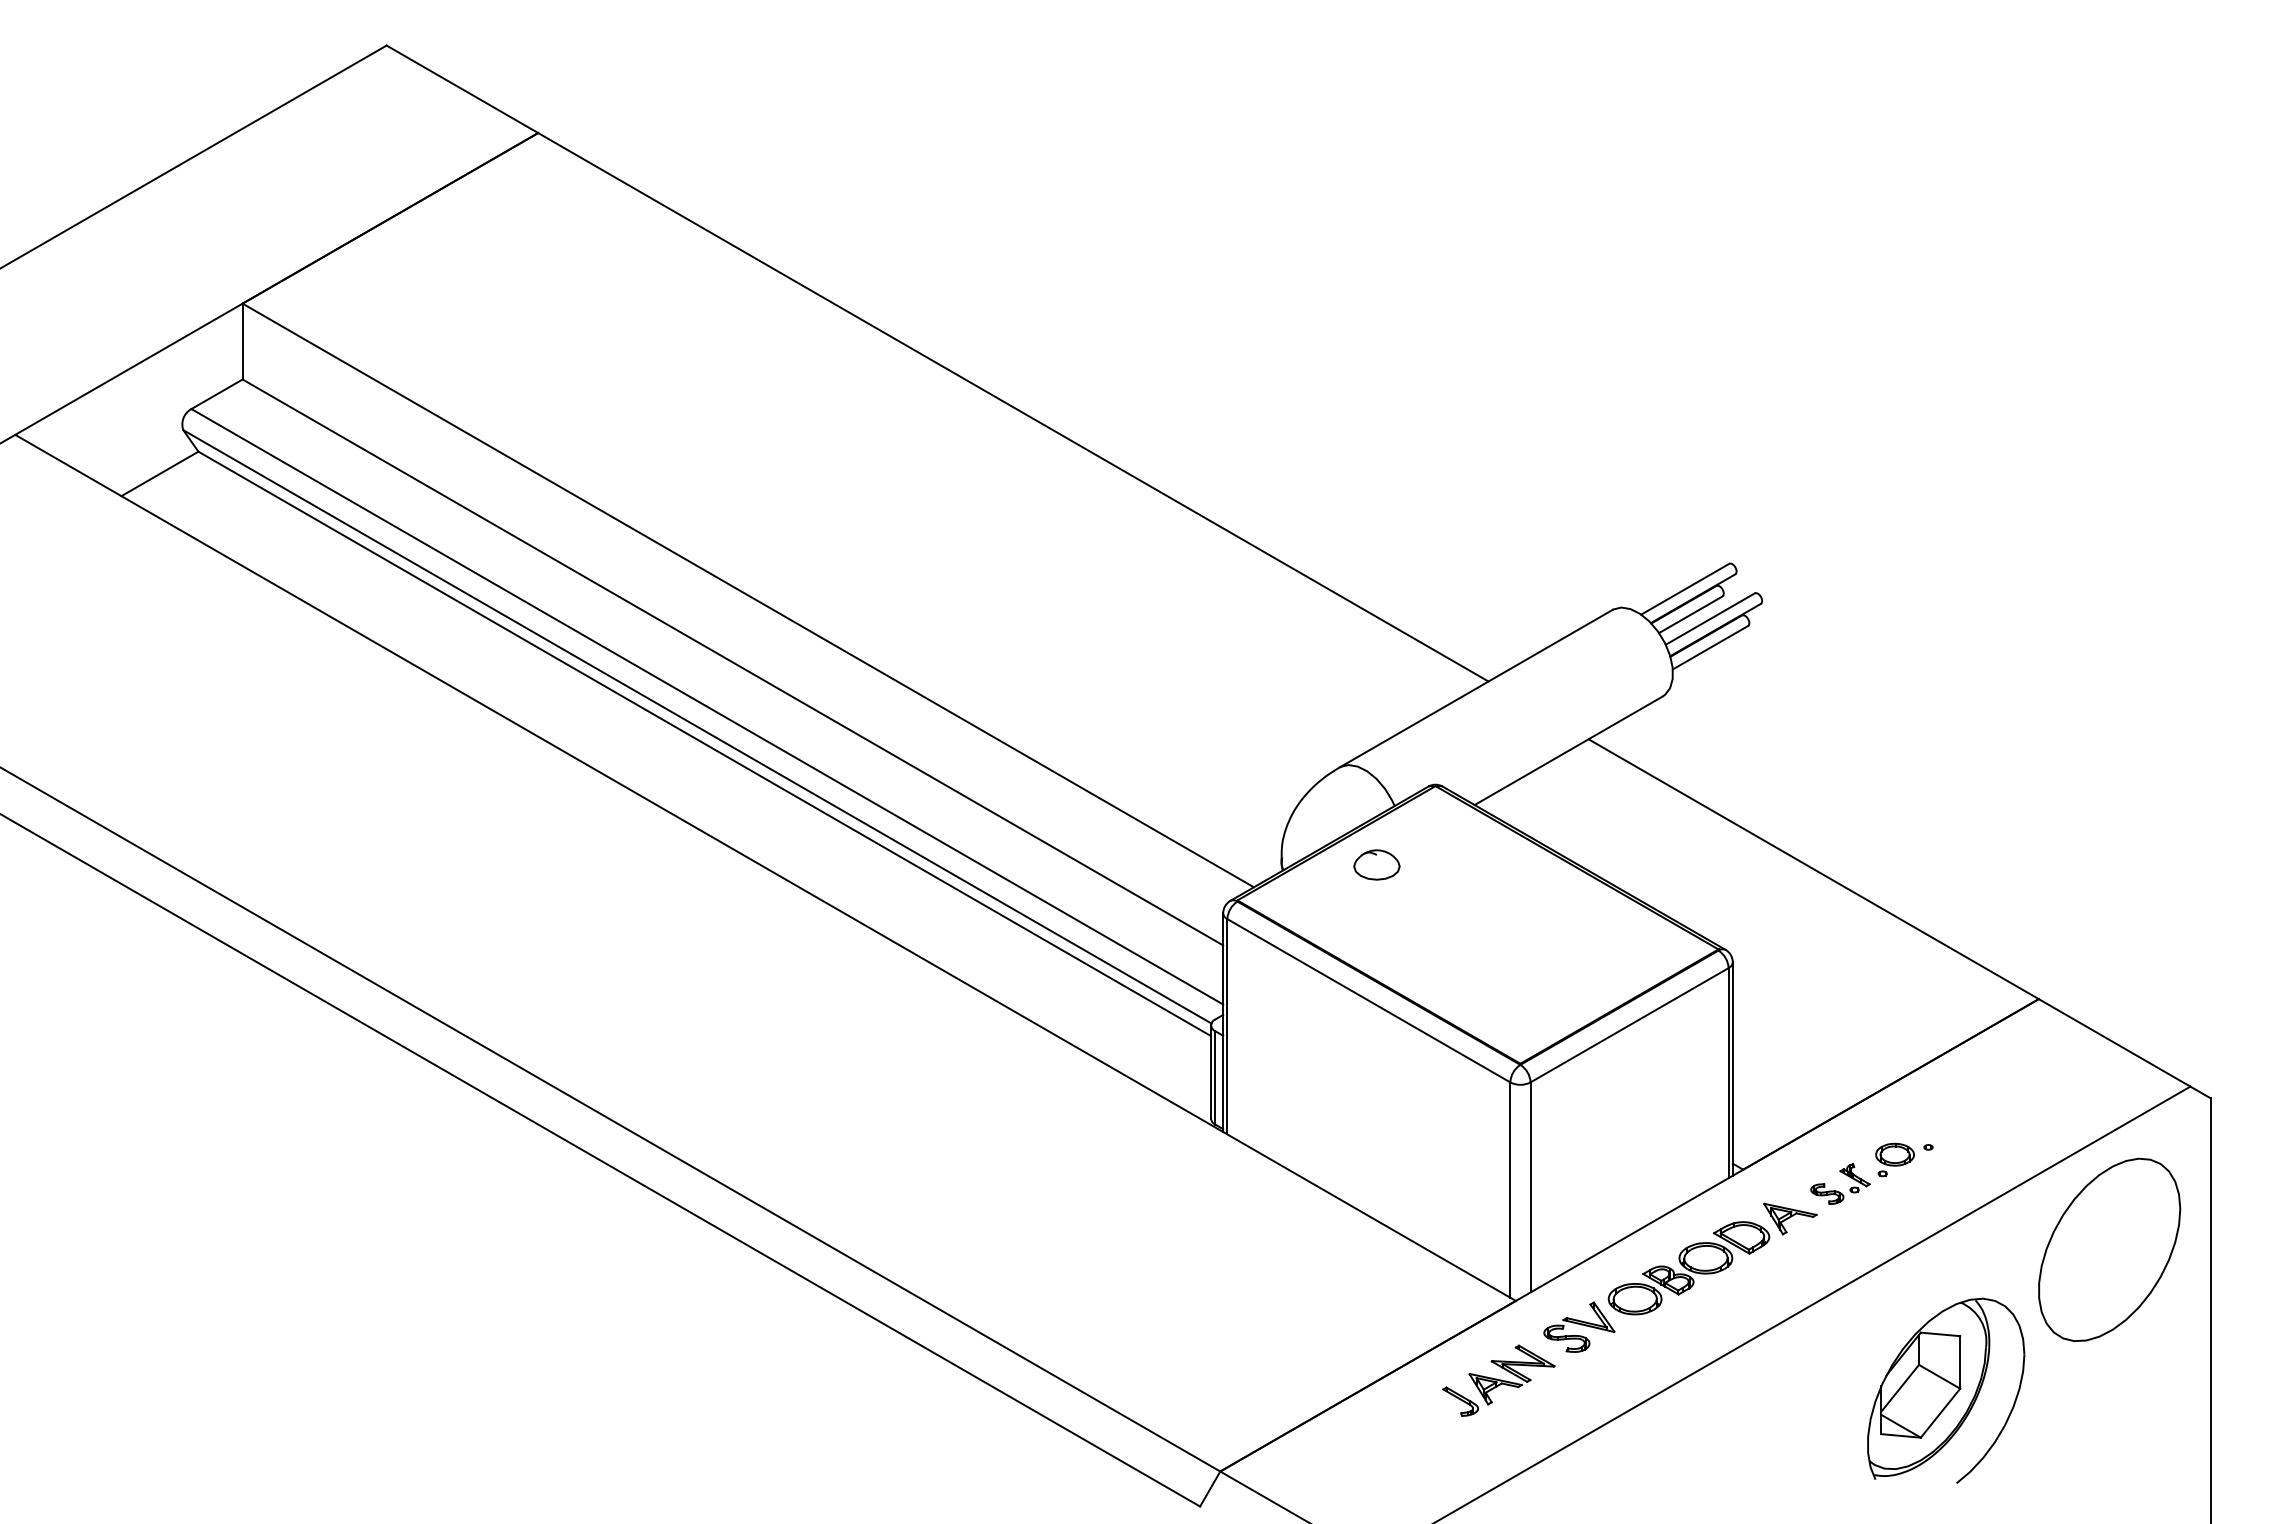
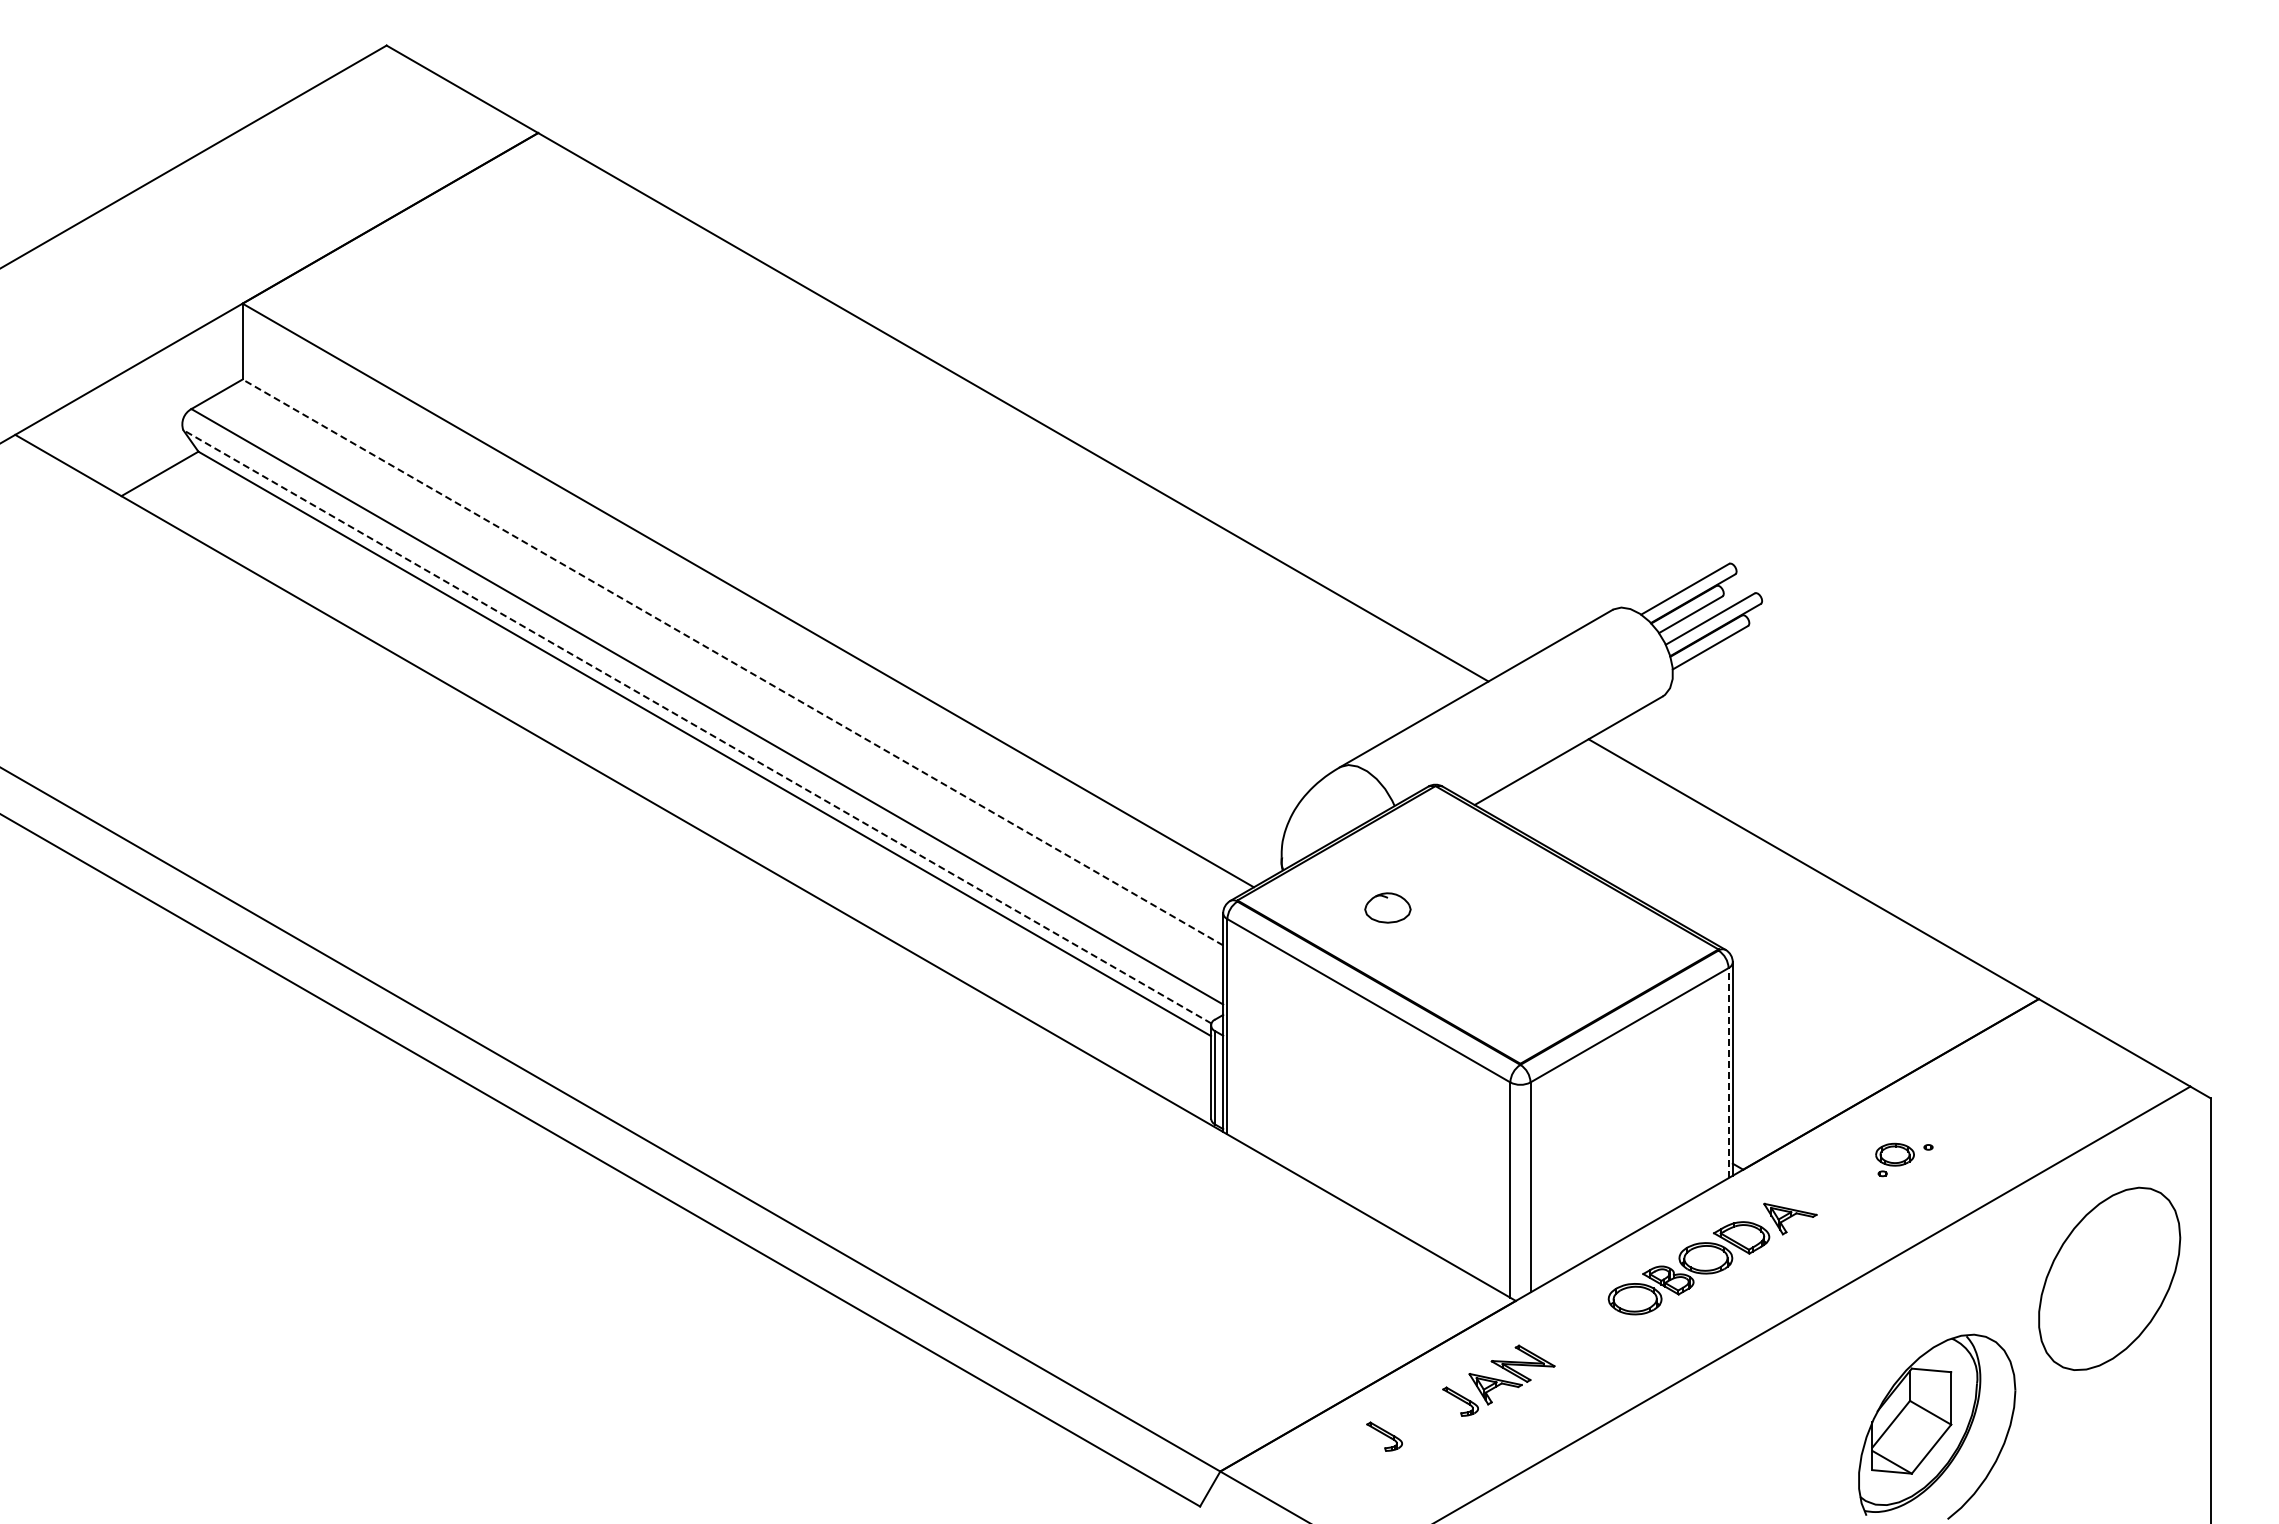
line at (732, 662): solid -> dashed
line at (697, 726): solid -> dashed
part at (1376, 864) position: (1376, 864) -> (1387, 907)
line at (1728, 1072): solid -> dashed
part at (1836, 1190): present -> none
part at (2109, 1249) position: (2109, 1249) -> (2109, 1278)
part at (1579, 1326): present -> none
part at (1946, 1390) position: (1946, 1390) -> (1937, 1426)
part at (1384, 1436): none -> present
